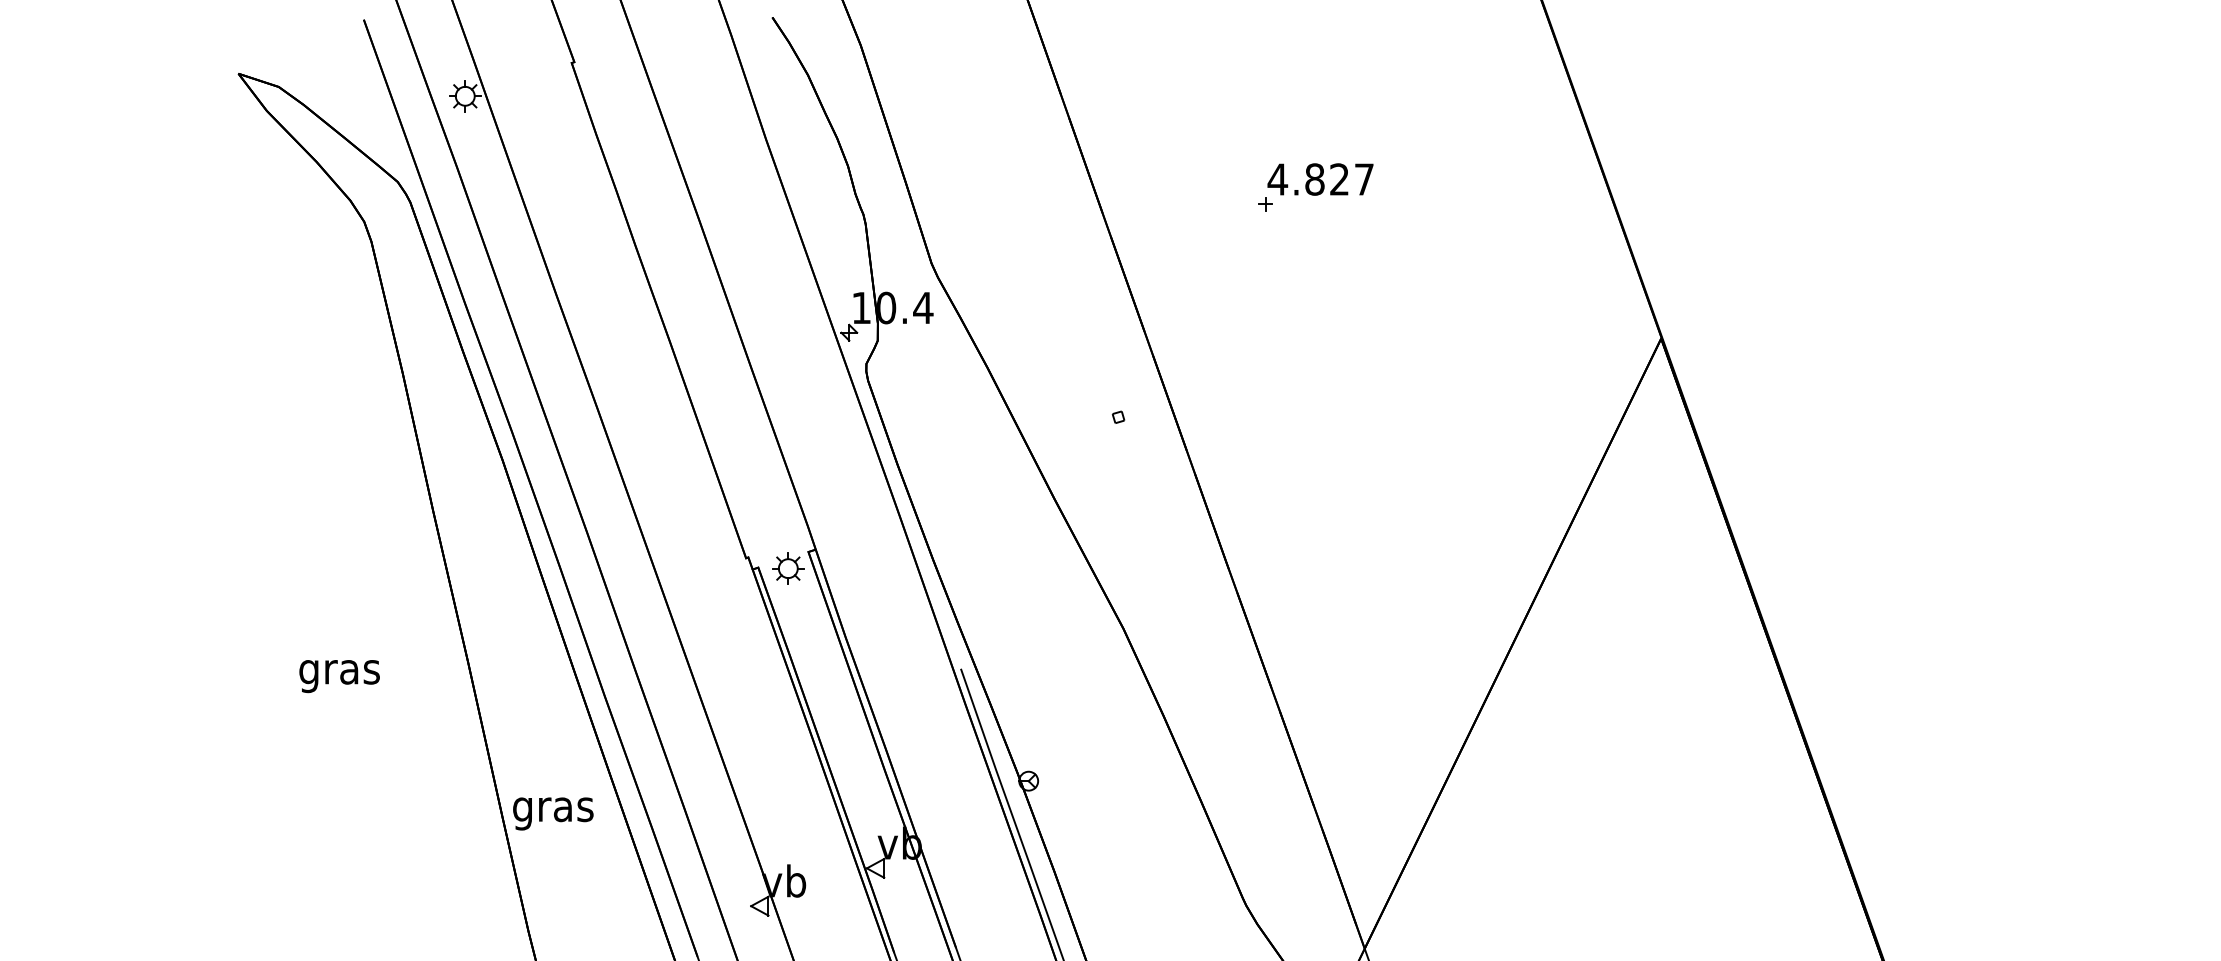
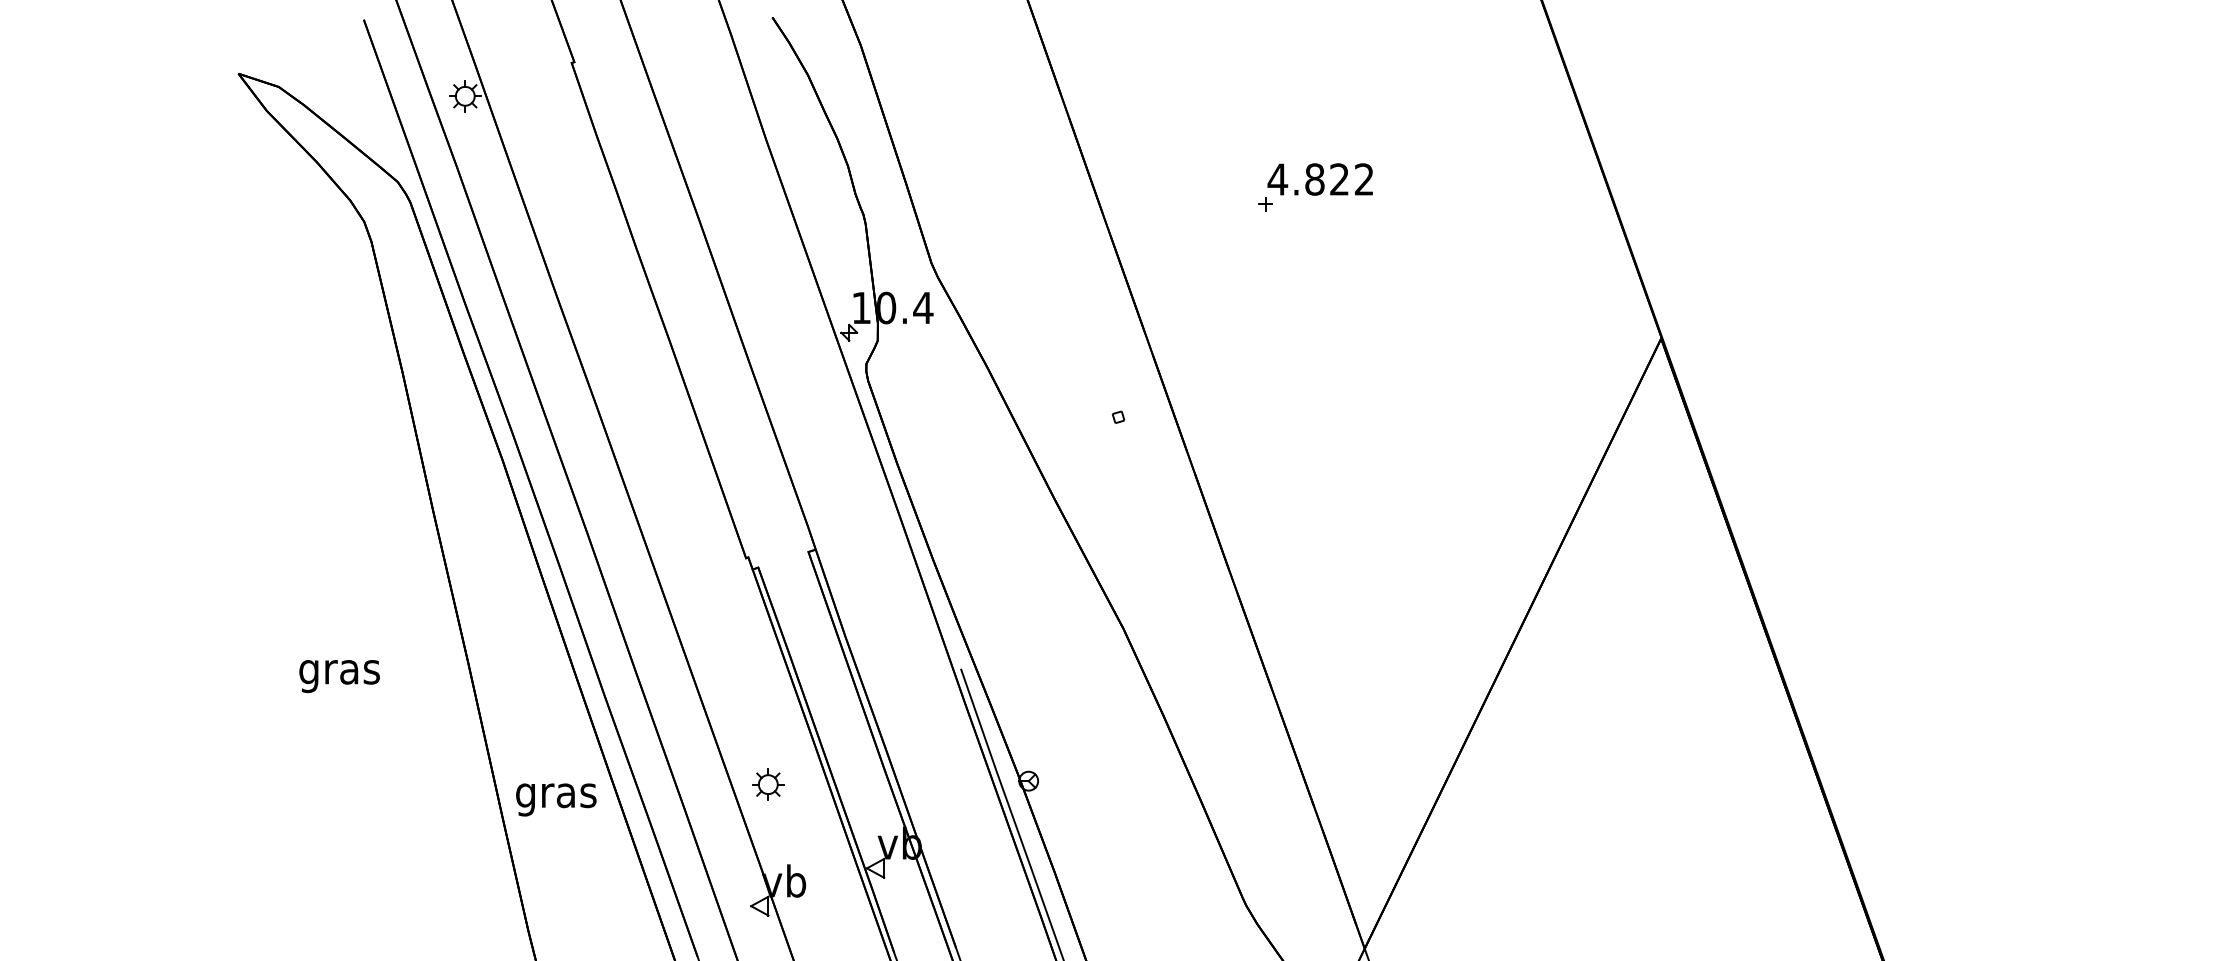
text at (1364, 179): 4.827 -> 4.822
part at (788, 568) position: (788, 568) -> (768, 784)
text at (553, 813) position: (553, 813) -> (556, 799)
